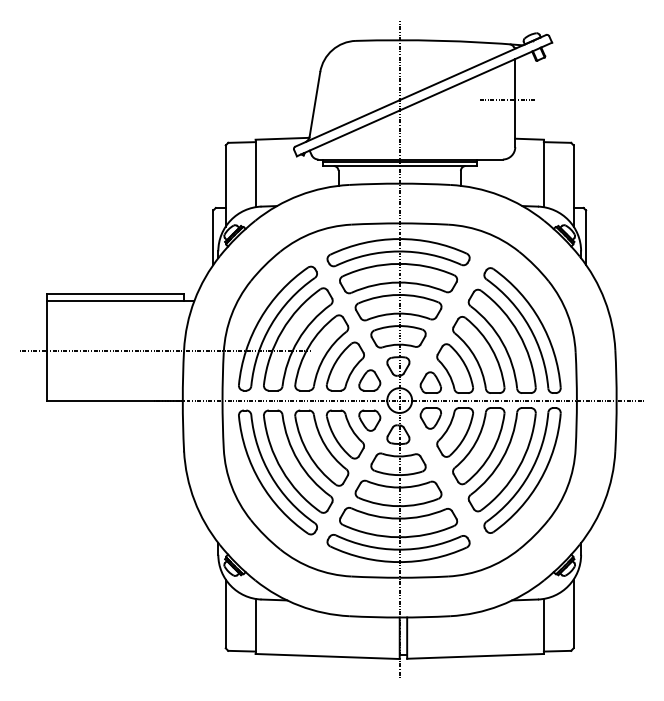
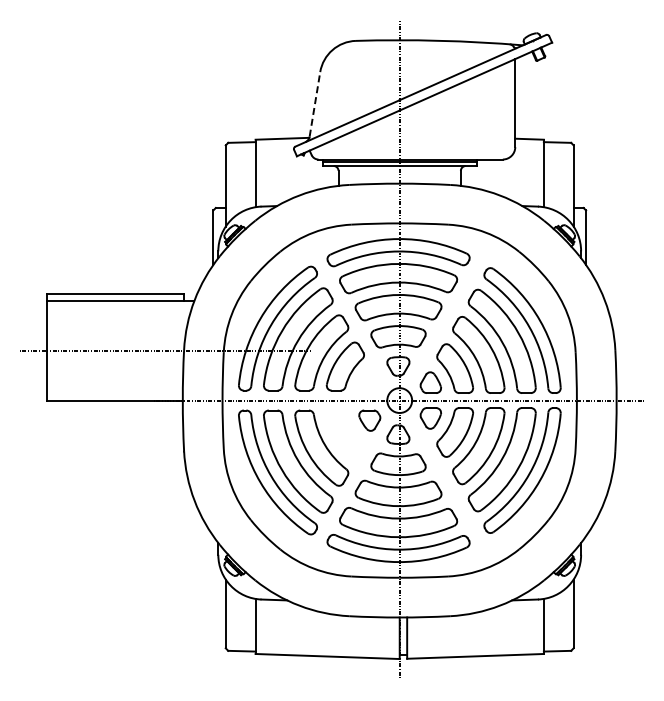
line at (507, 99): present -> none
line at (314, 104): solid -> dashed
part at (369, 380): present -> none
part at (344, 434): present -> none
